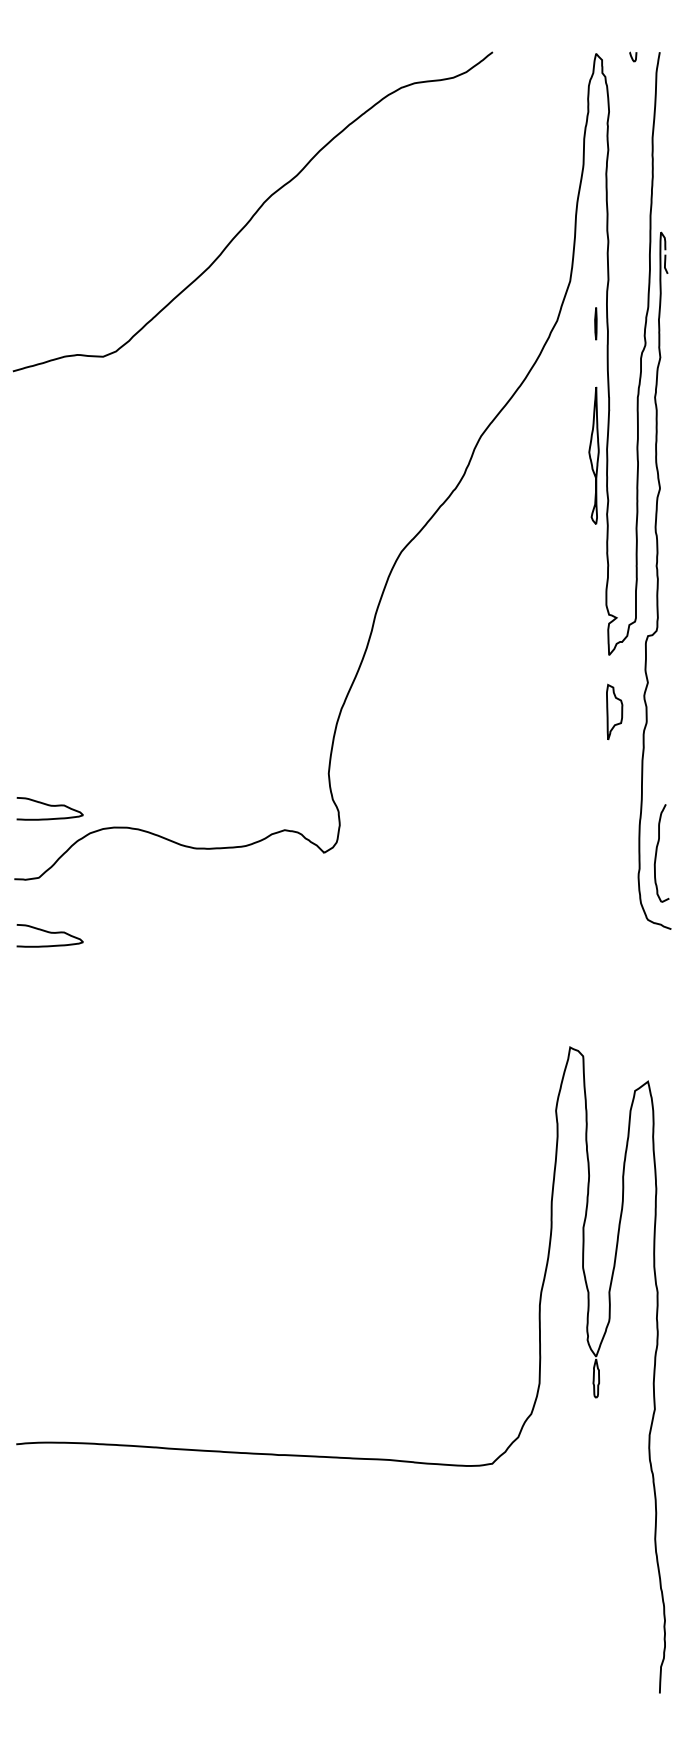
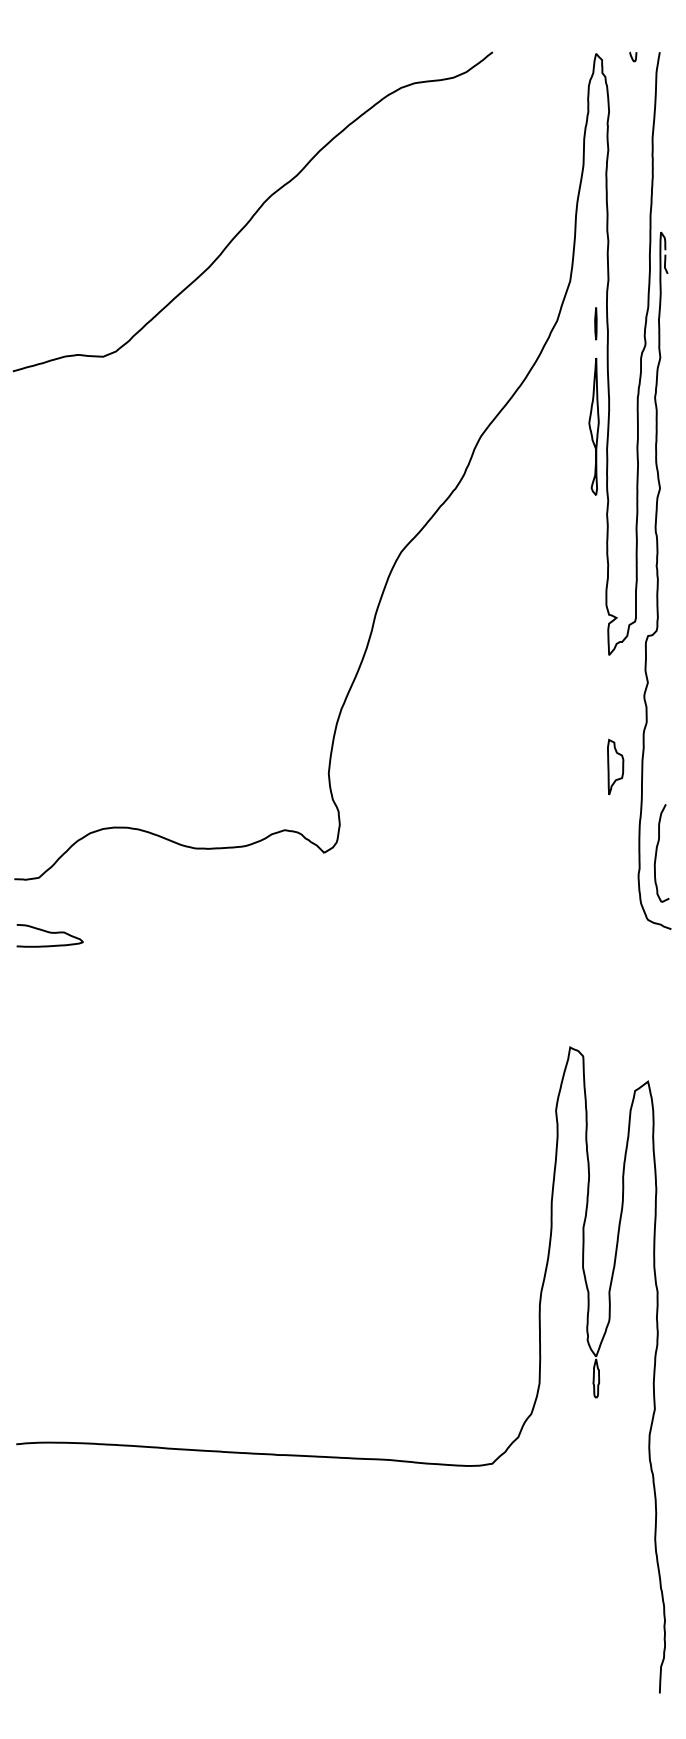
part at (593, 455) position: (593, 455) -> (593, 426)
part at (614, 711) position: (614, 711) -> (615, 766)
curve at (49, 806): present -> none
